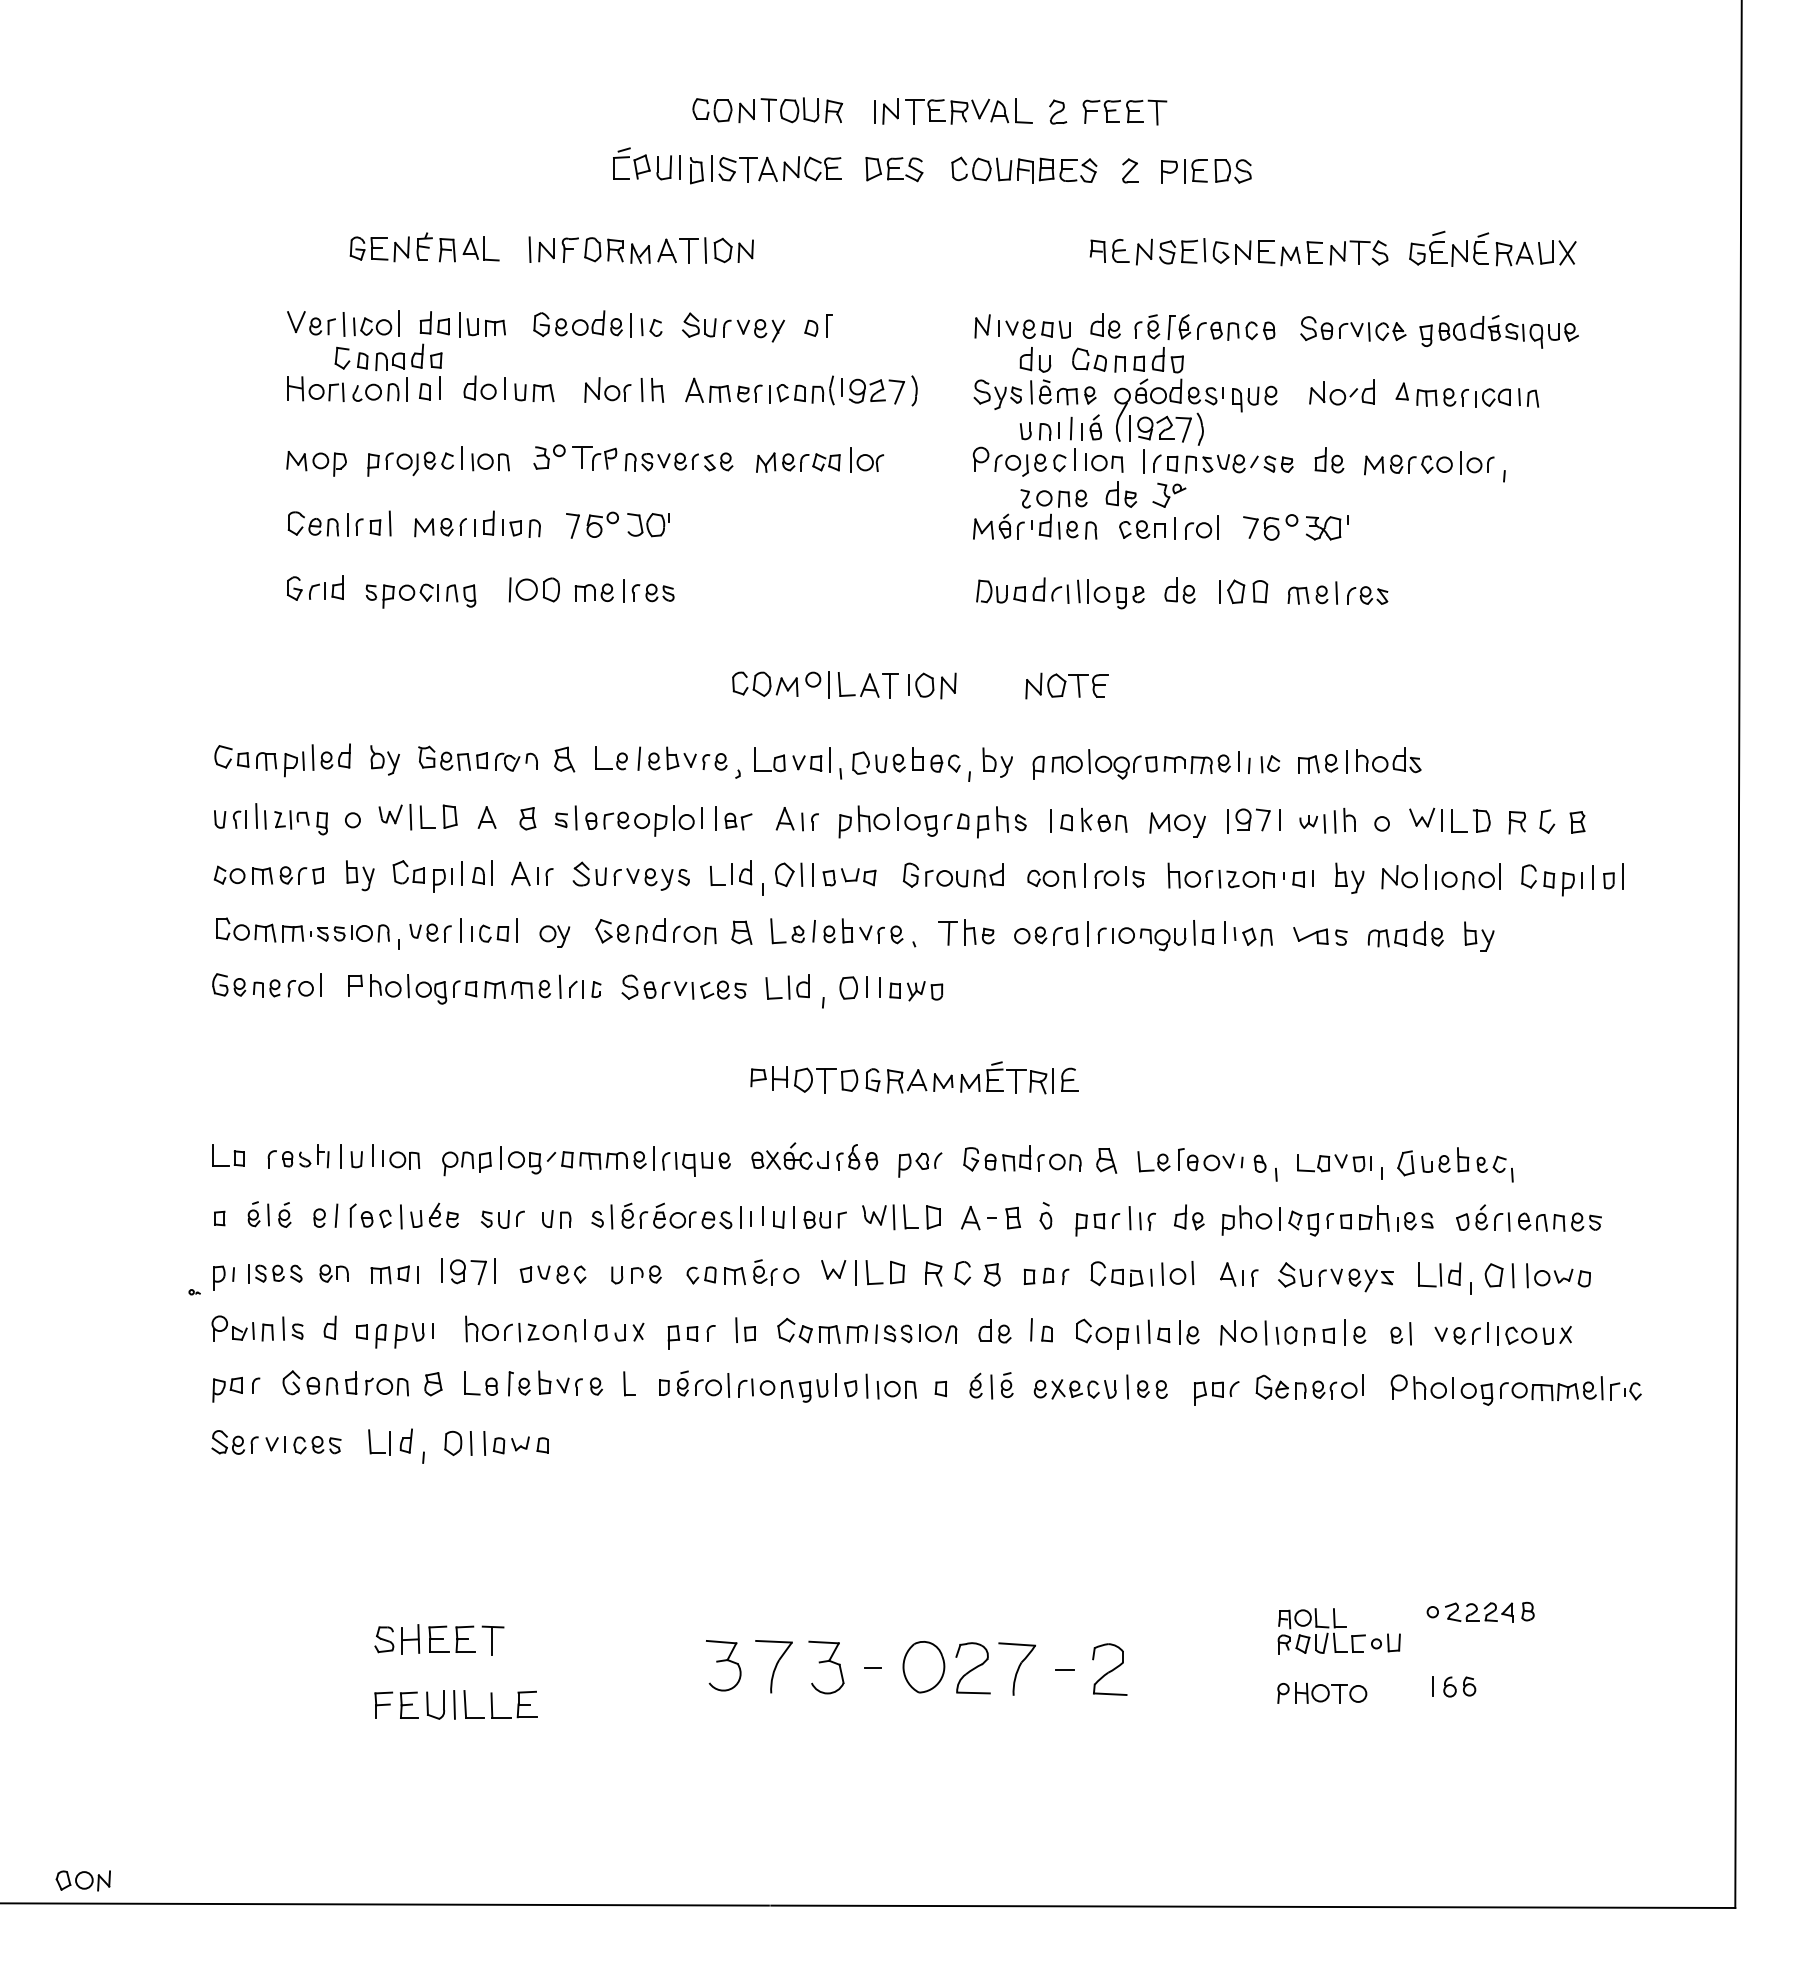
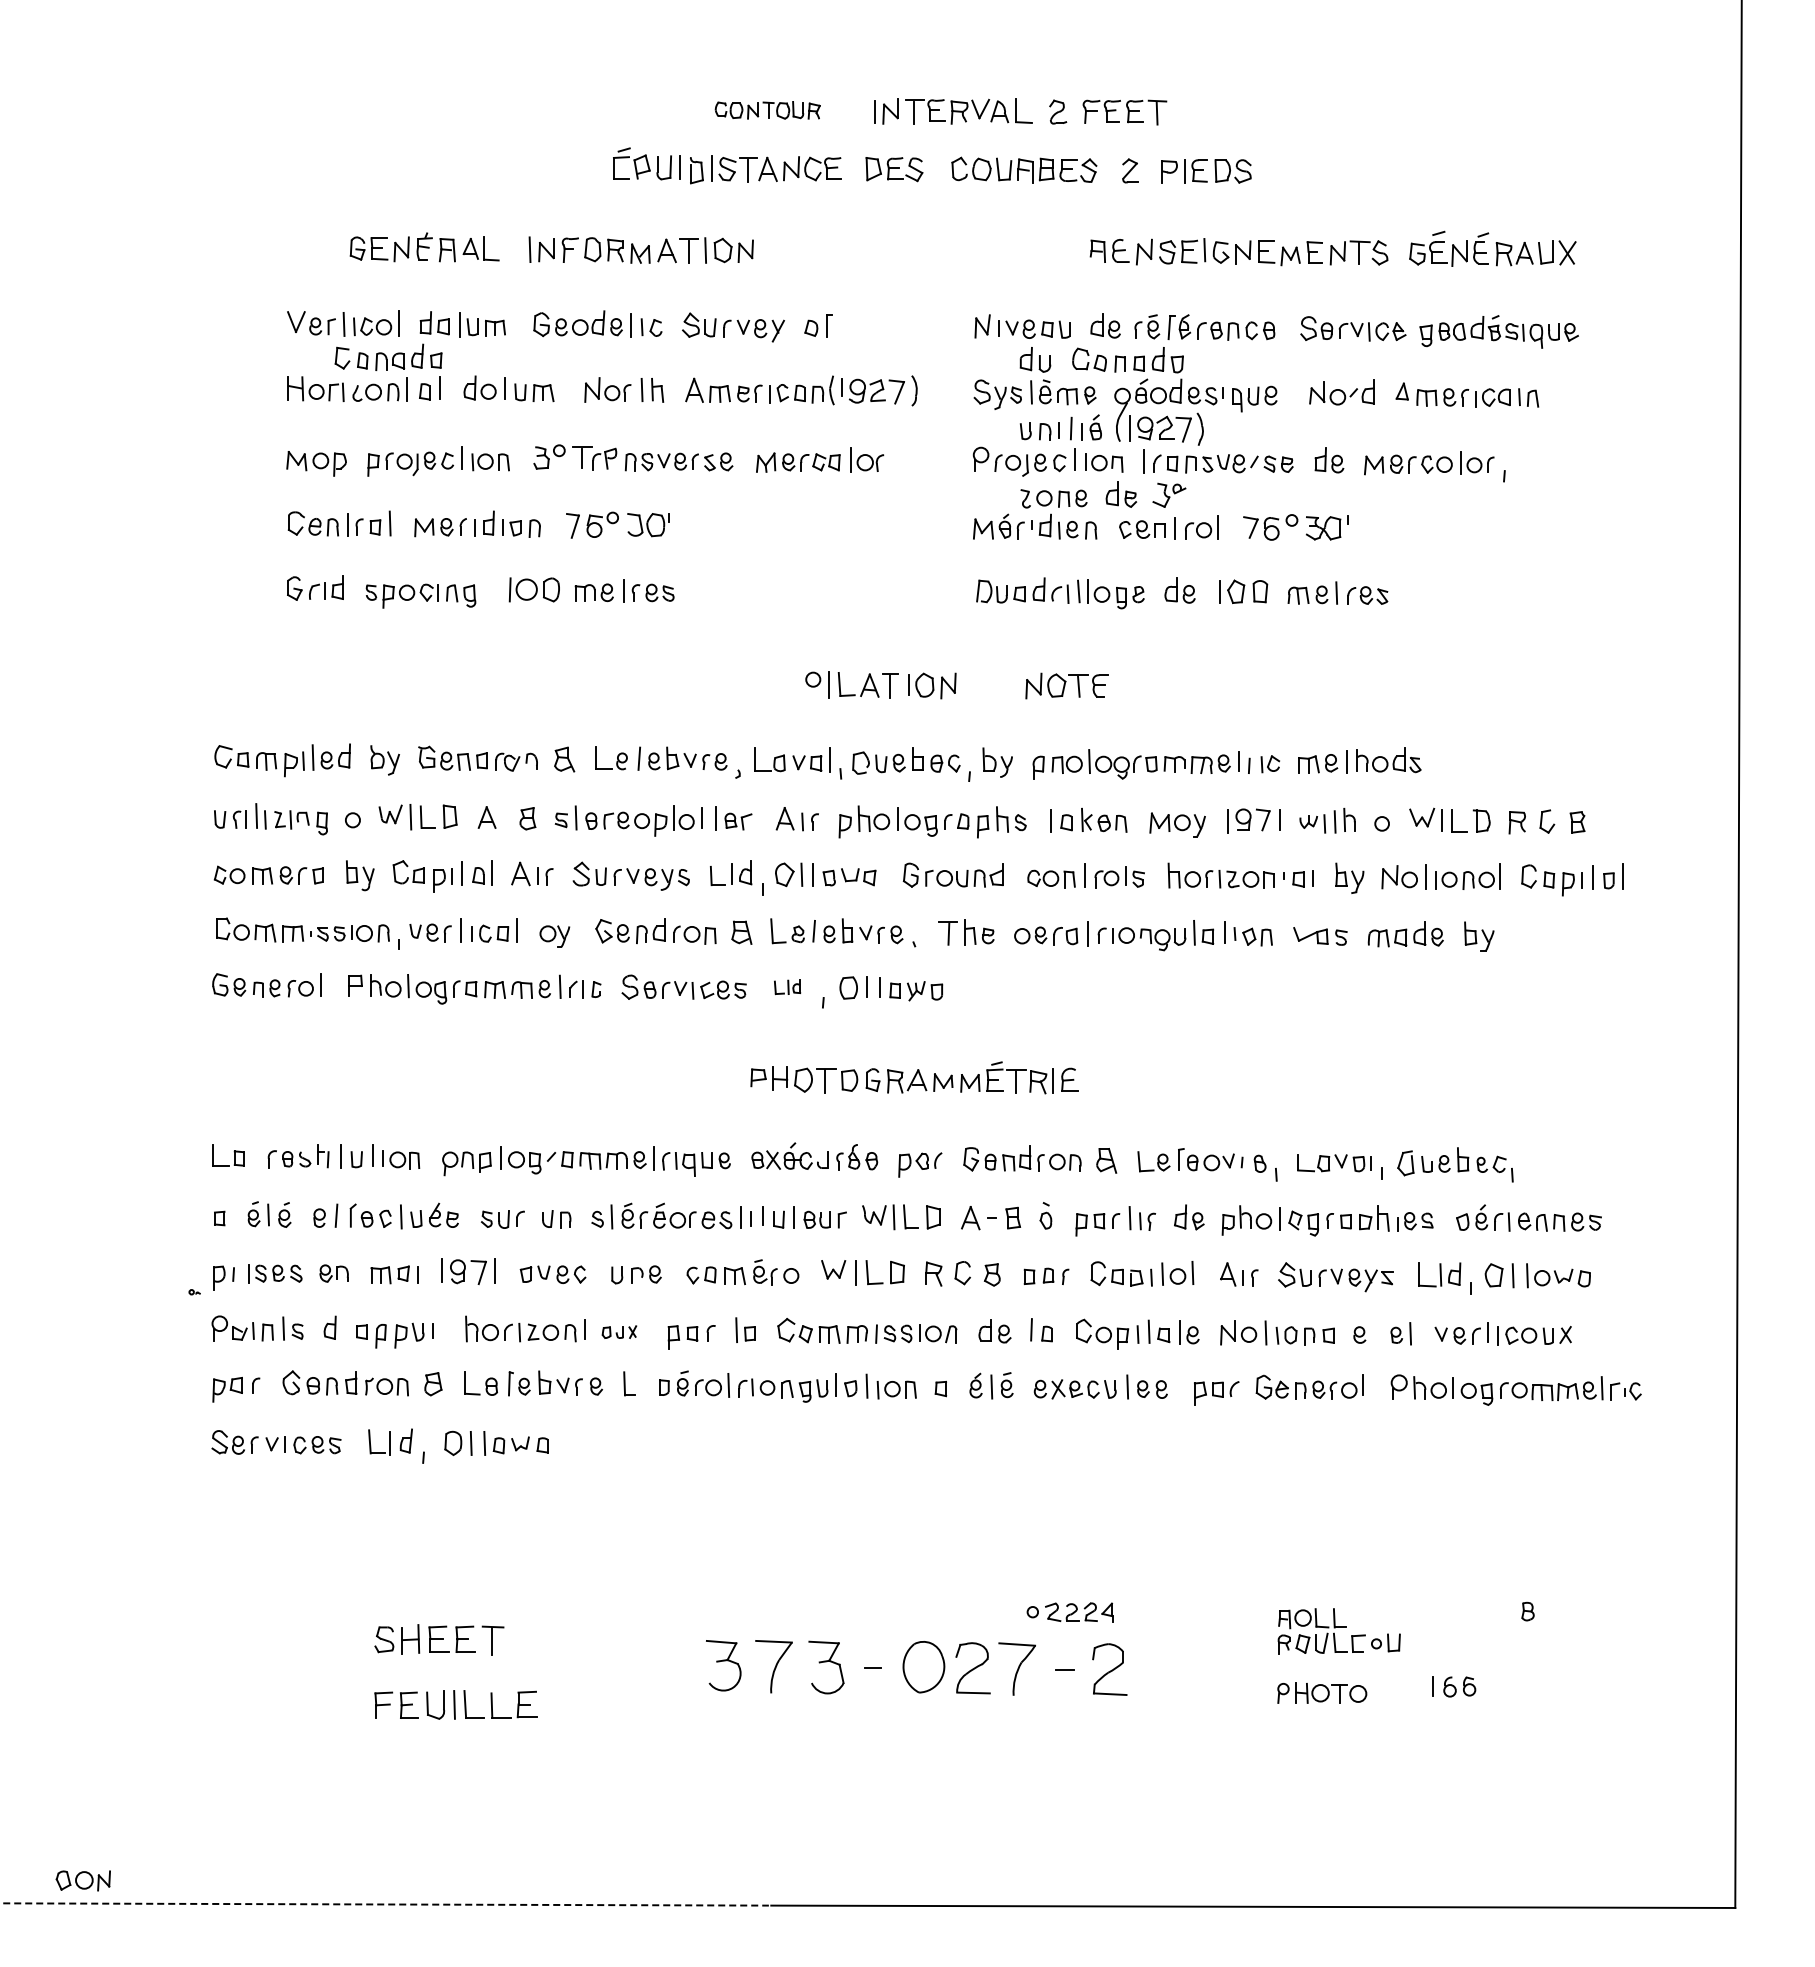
part at (767, 110) size: 152x27 px -> 107x19 px
part at (765, 683): present -> none
part at (787, 986) size: 45x26 px -> 28x16 px
part at (619, 1331) size: 51x20 px -> 37x14 px
line at (1345, 1331): present -> none
part at (1469, 1612) position: (1469, 1612) -> (1069, 1612)
line at (384, 1904): solid -> dashed
